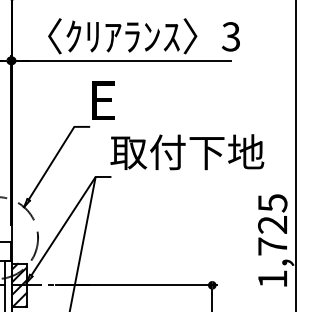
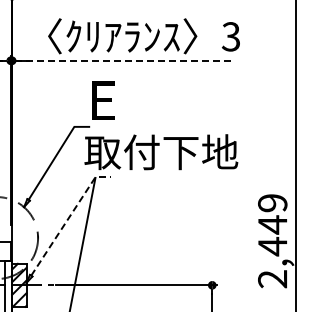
line at (121, 60): solid -> dashed
text at (187, 152) position: (187, 152) -> (161, 152)
line at (68, 218): solid -> dashed
text at (272, 241): 1,725 -> 2,449
